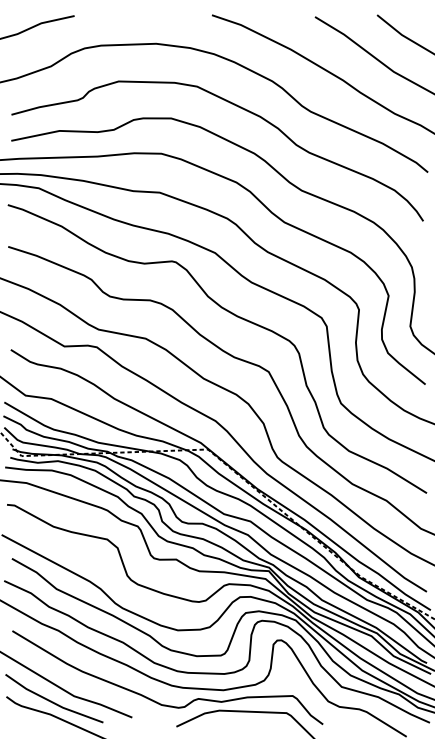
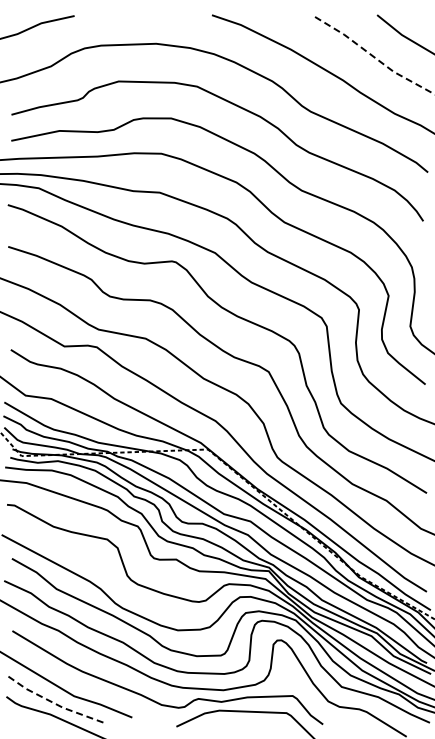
line at (374, 57): solid -> dashed
line at (51, 701): solid -> dashed
